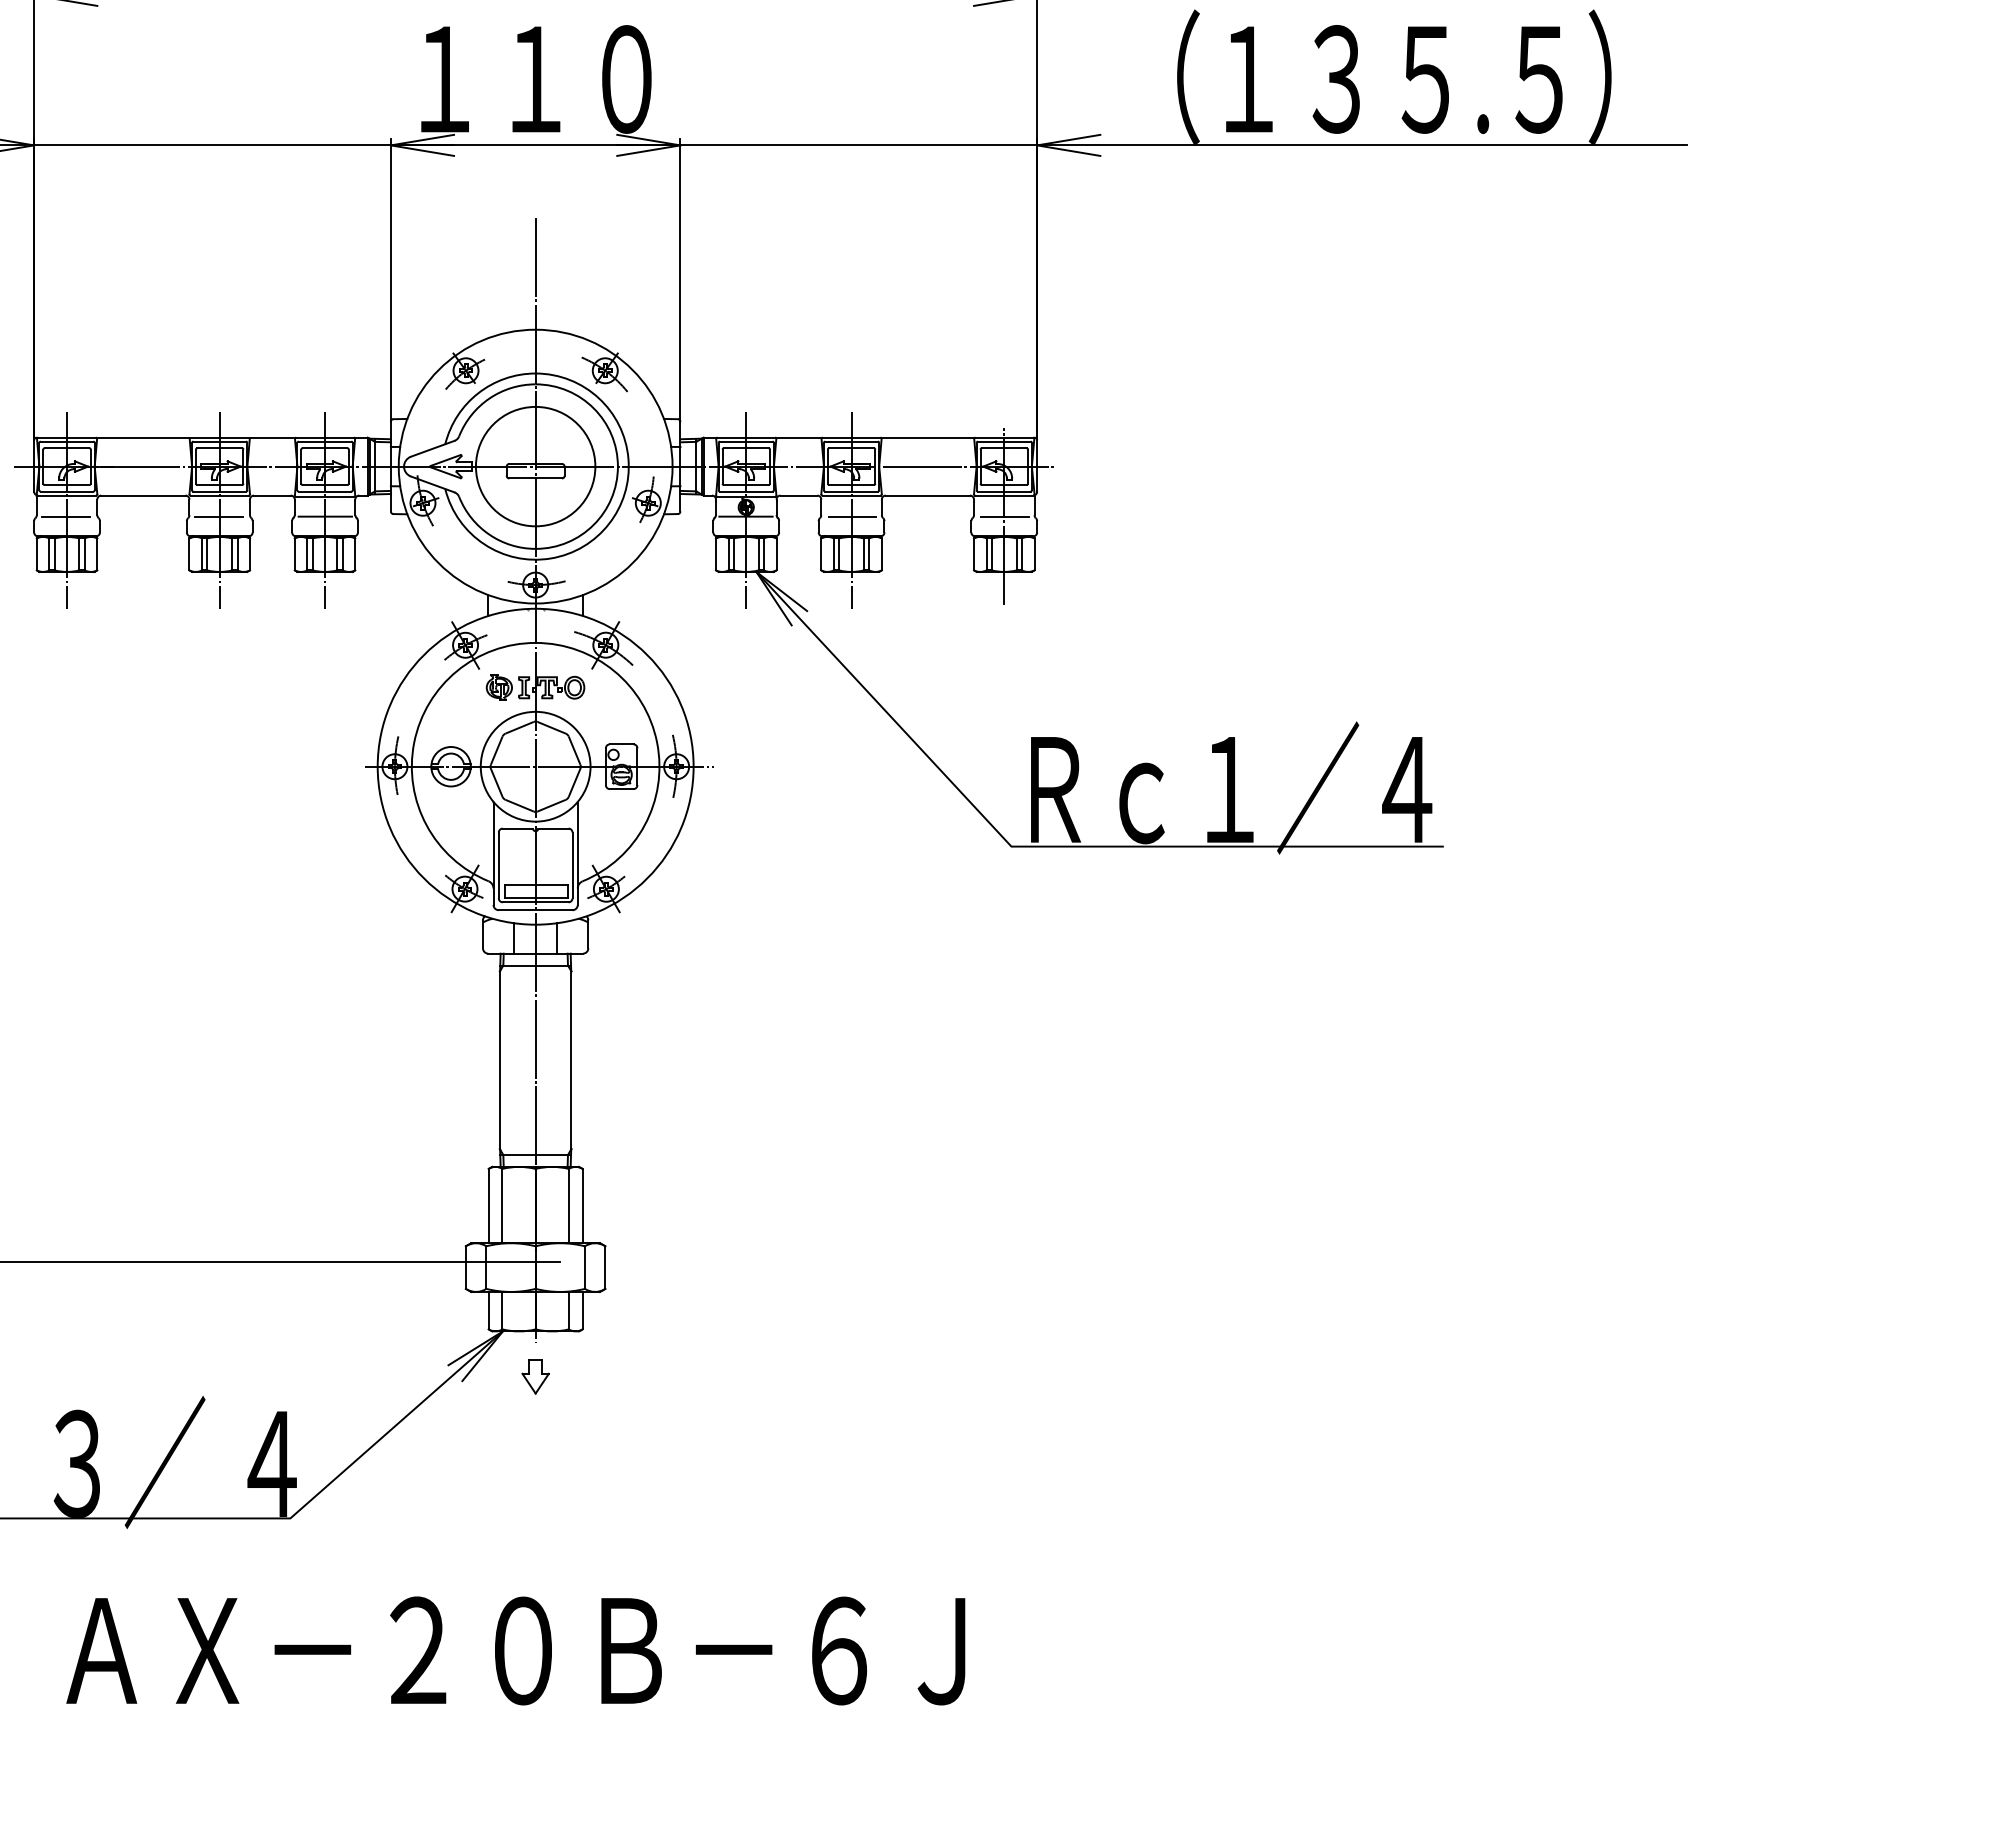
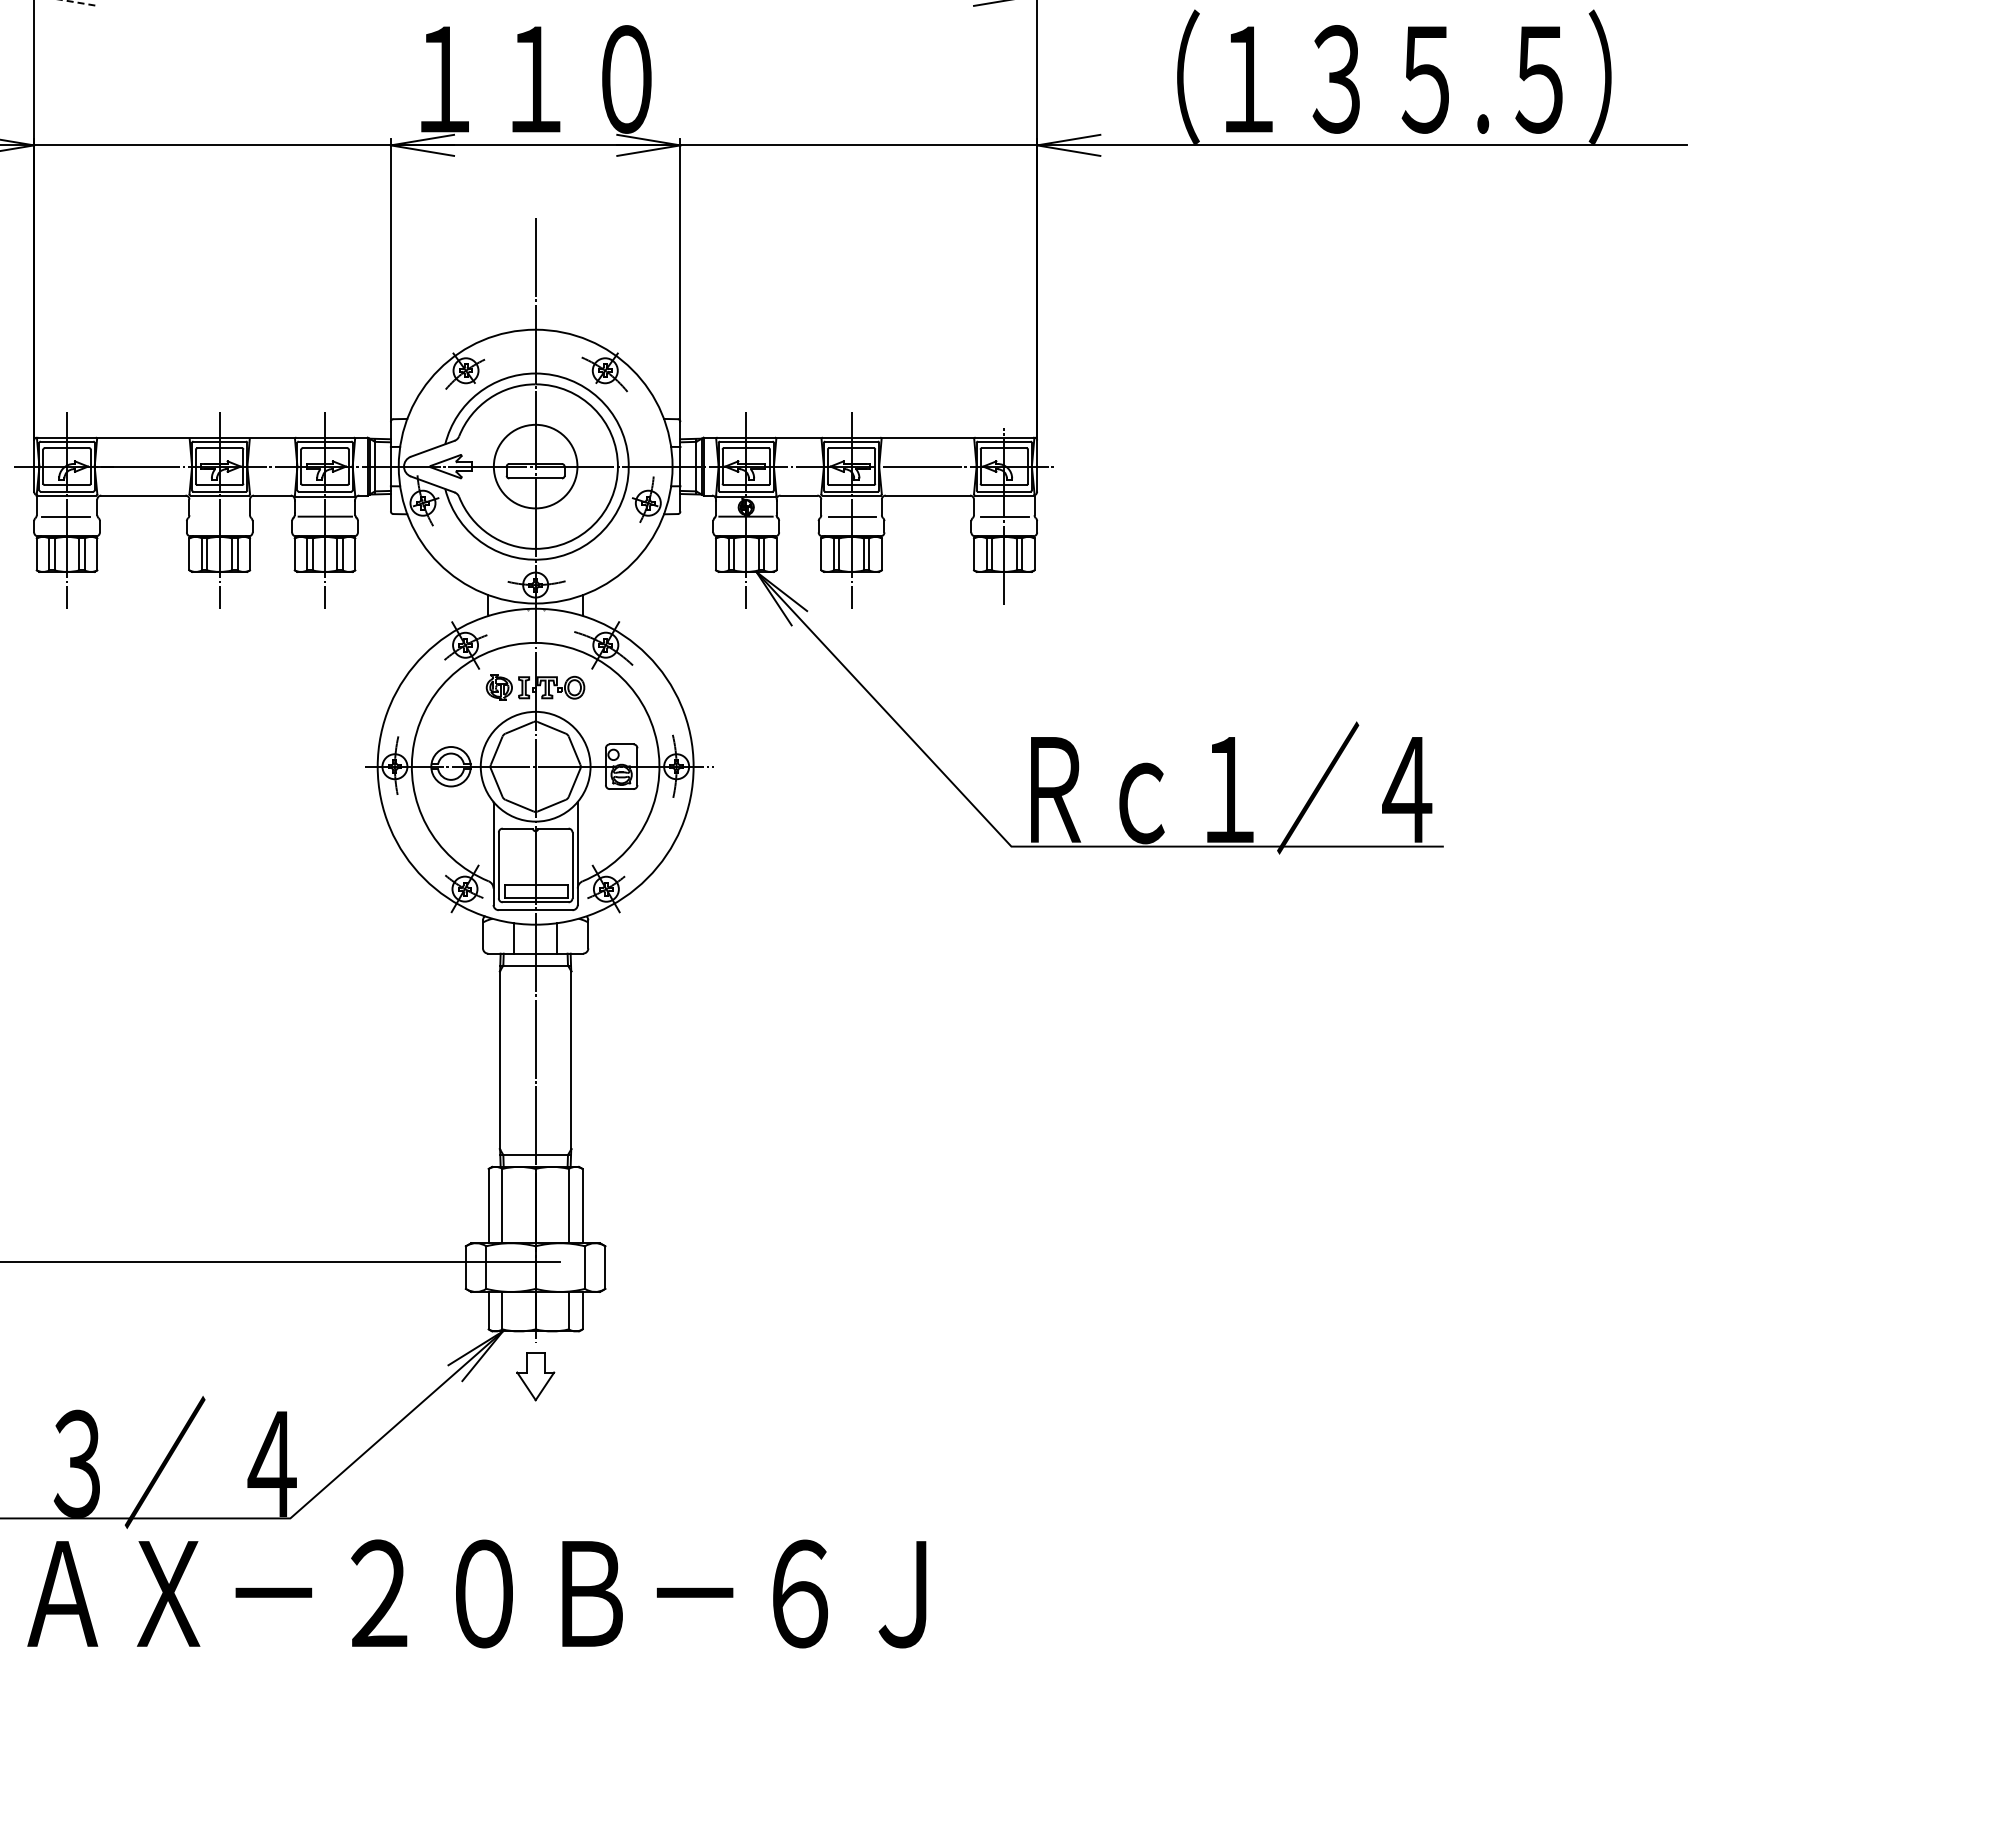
line at (79, 3): solid -> dashed
circle at (535, 466) diameter: 119 px -> 84 px
line at (218, 517): present -> none
part at (535, 1376) size: 29x36 px -> 40x50 px
text at (515, 1650) position: (515, 1650) -> (476, 1593)
